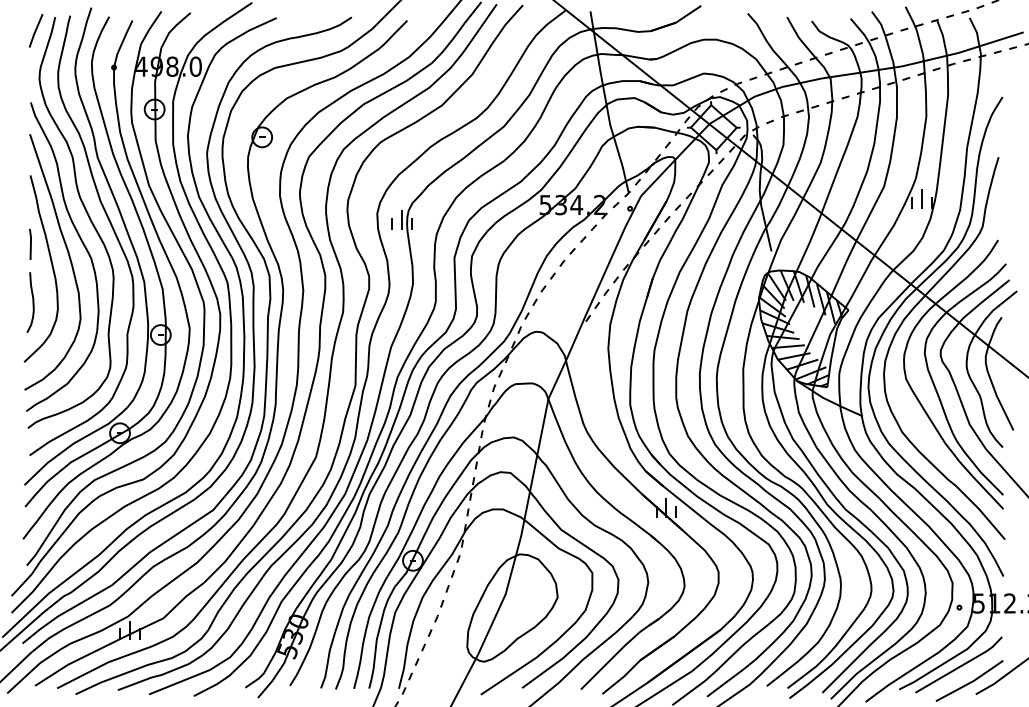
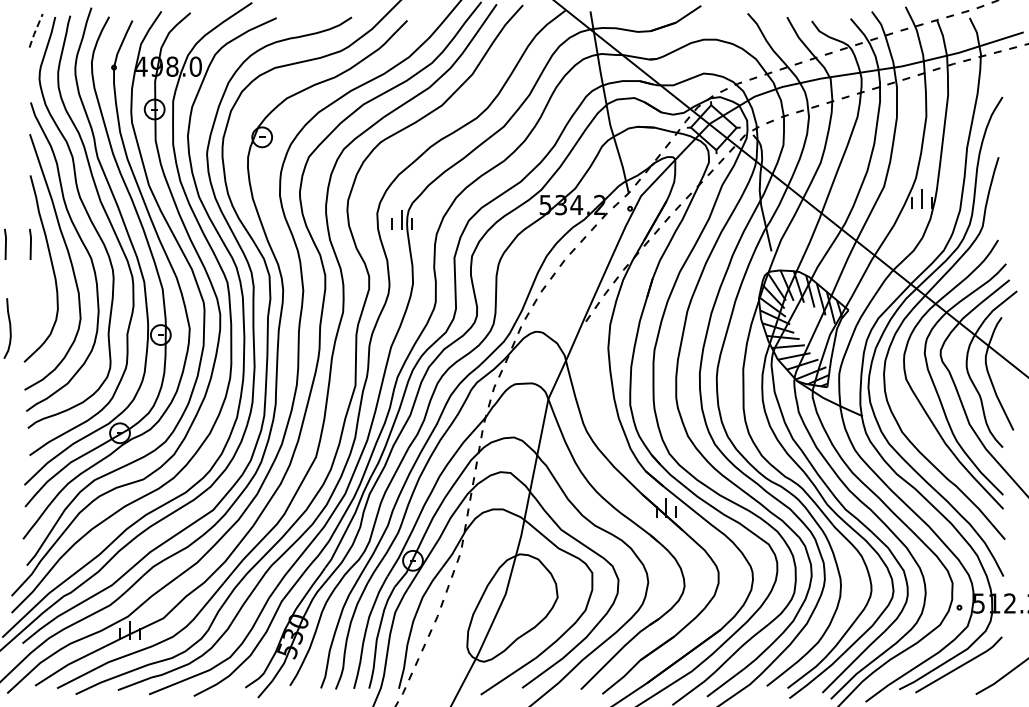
line at (35, 31): solid -> dashed
line at (5, 243): none -> present
curve at (32, 302) position: (32, 302) -> (9, 328)
line at (970, 681): present -> none
